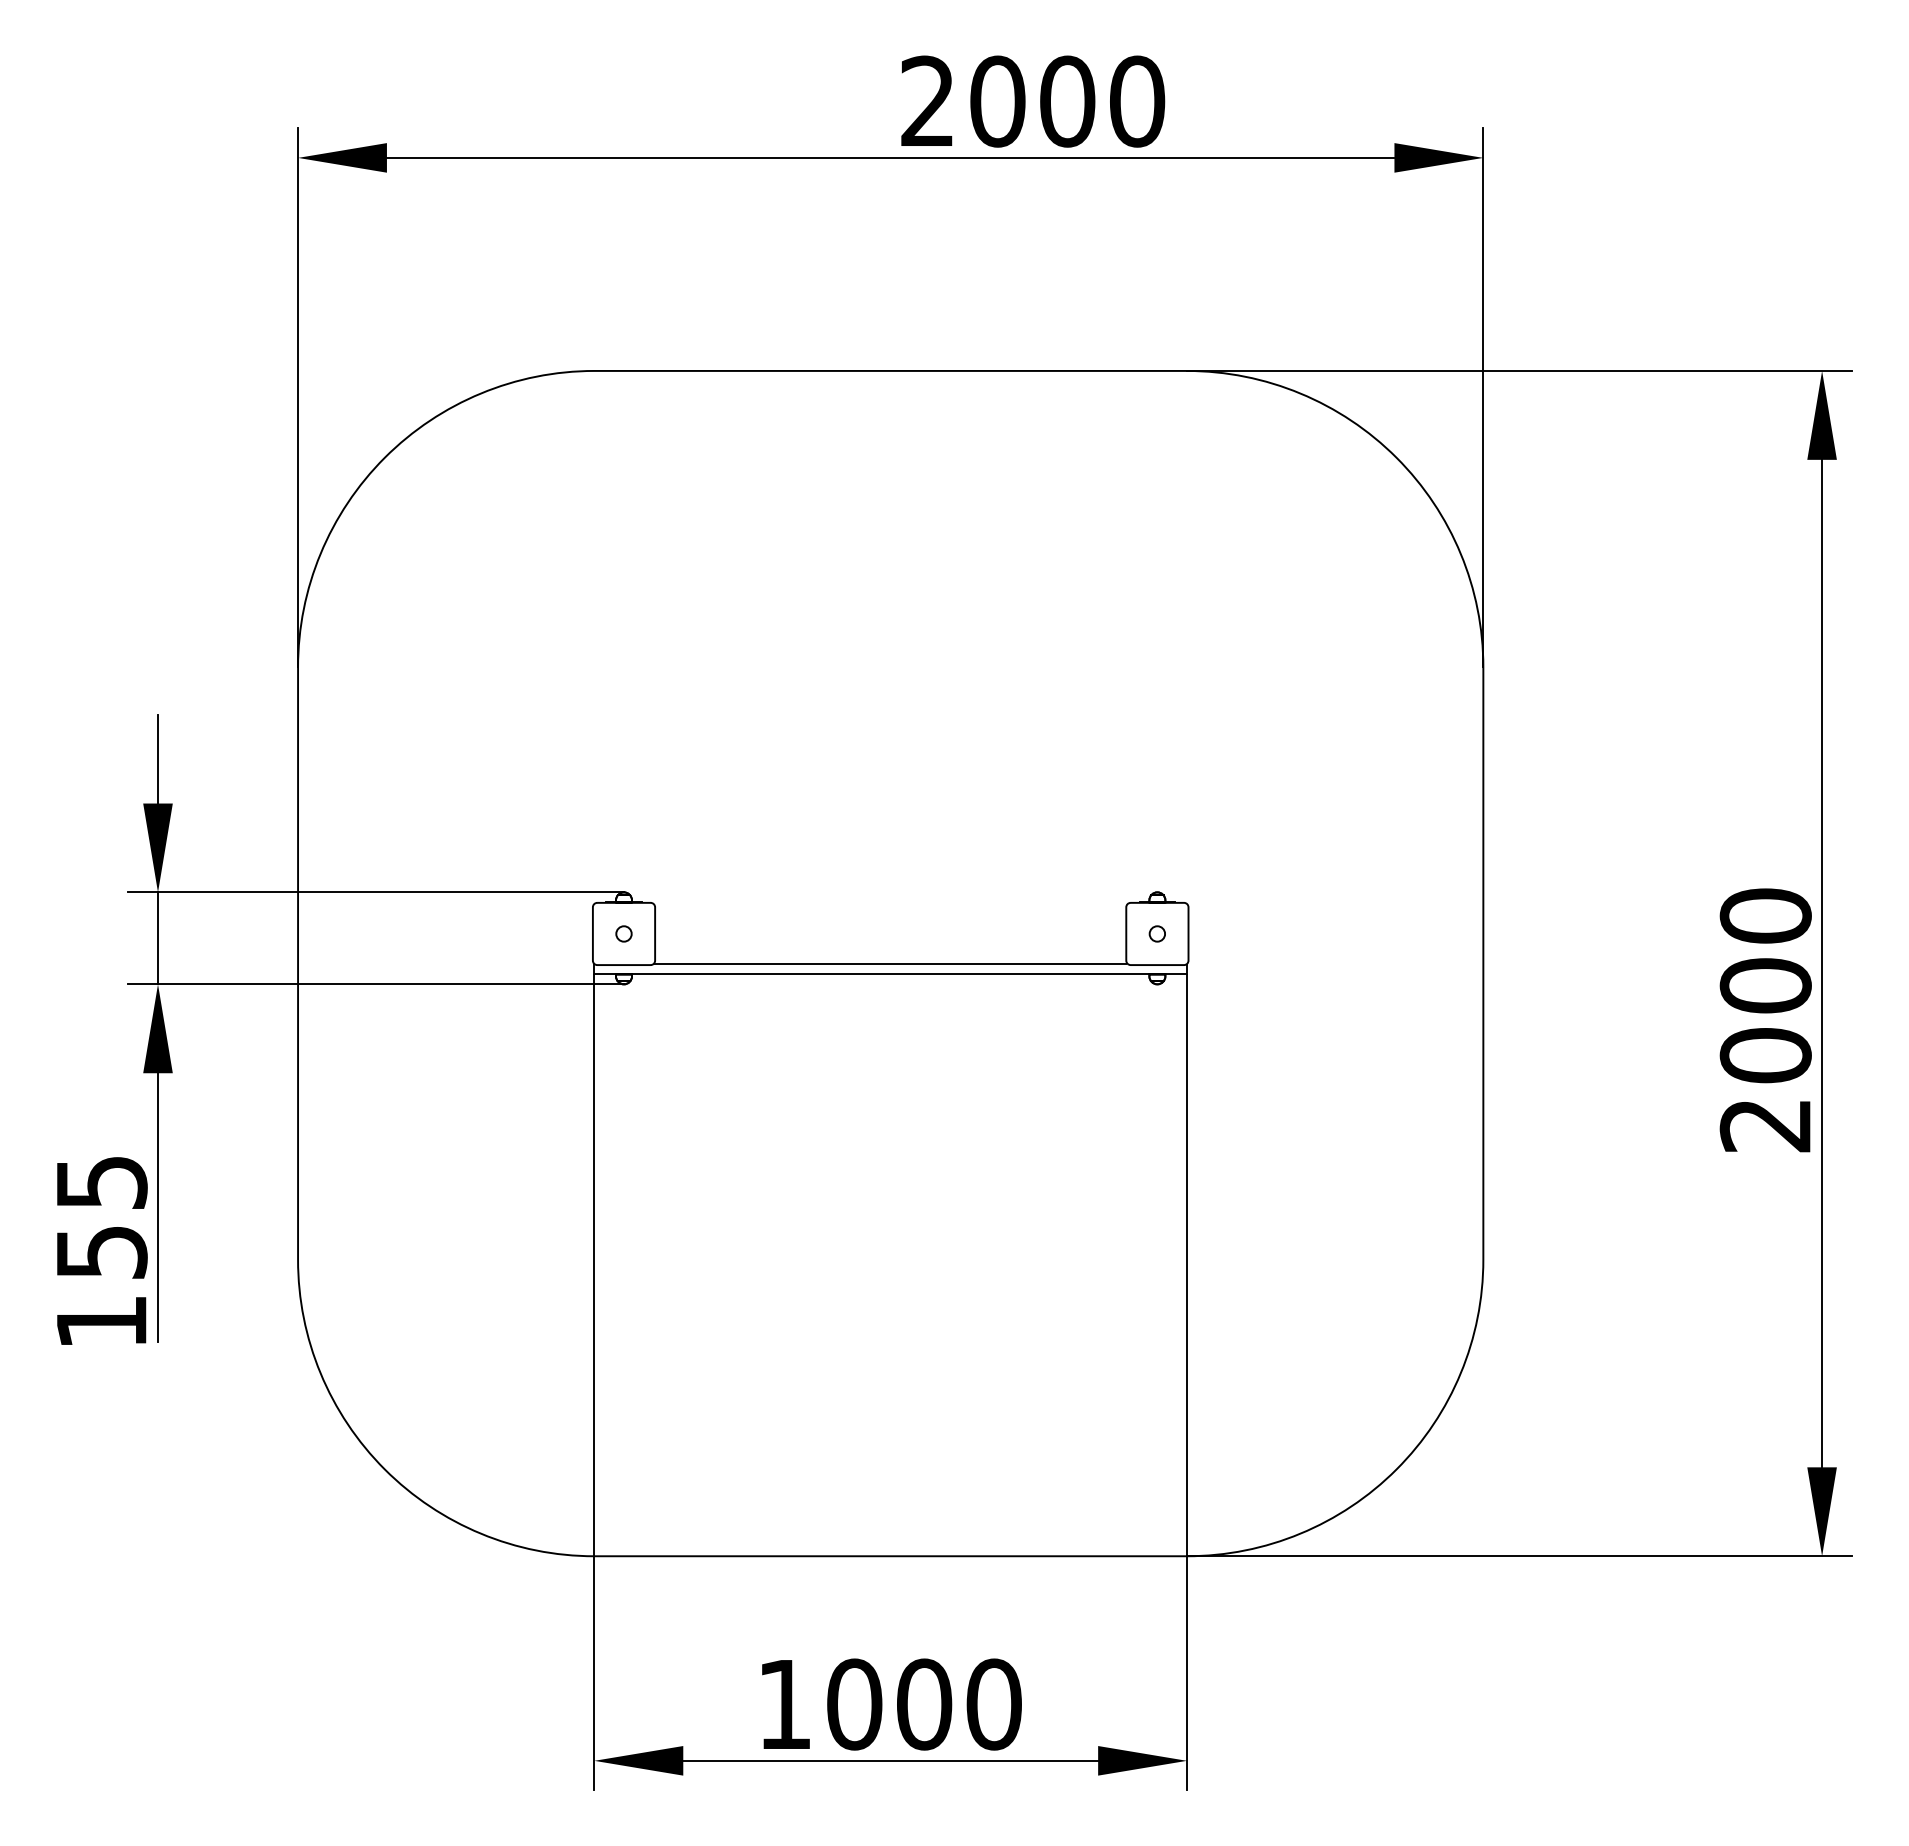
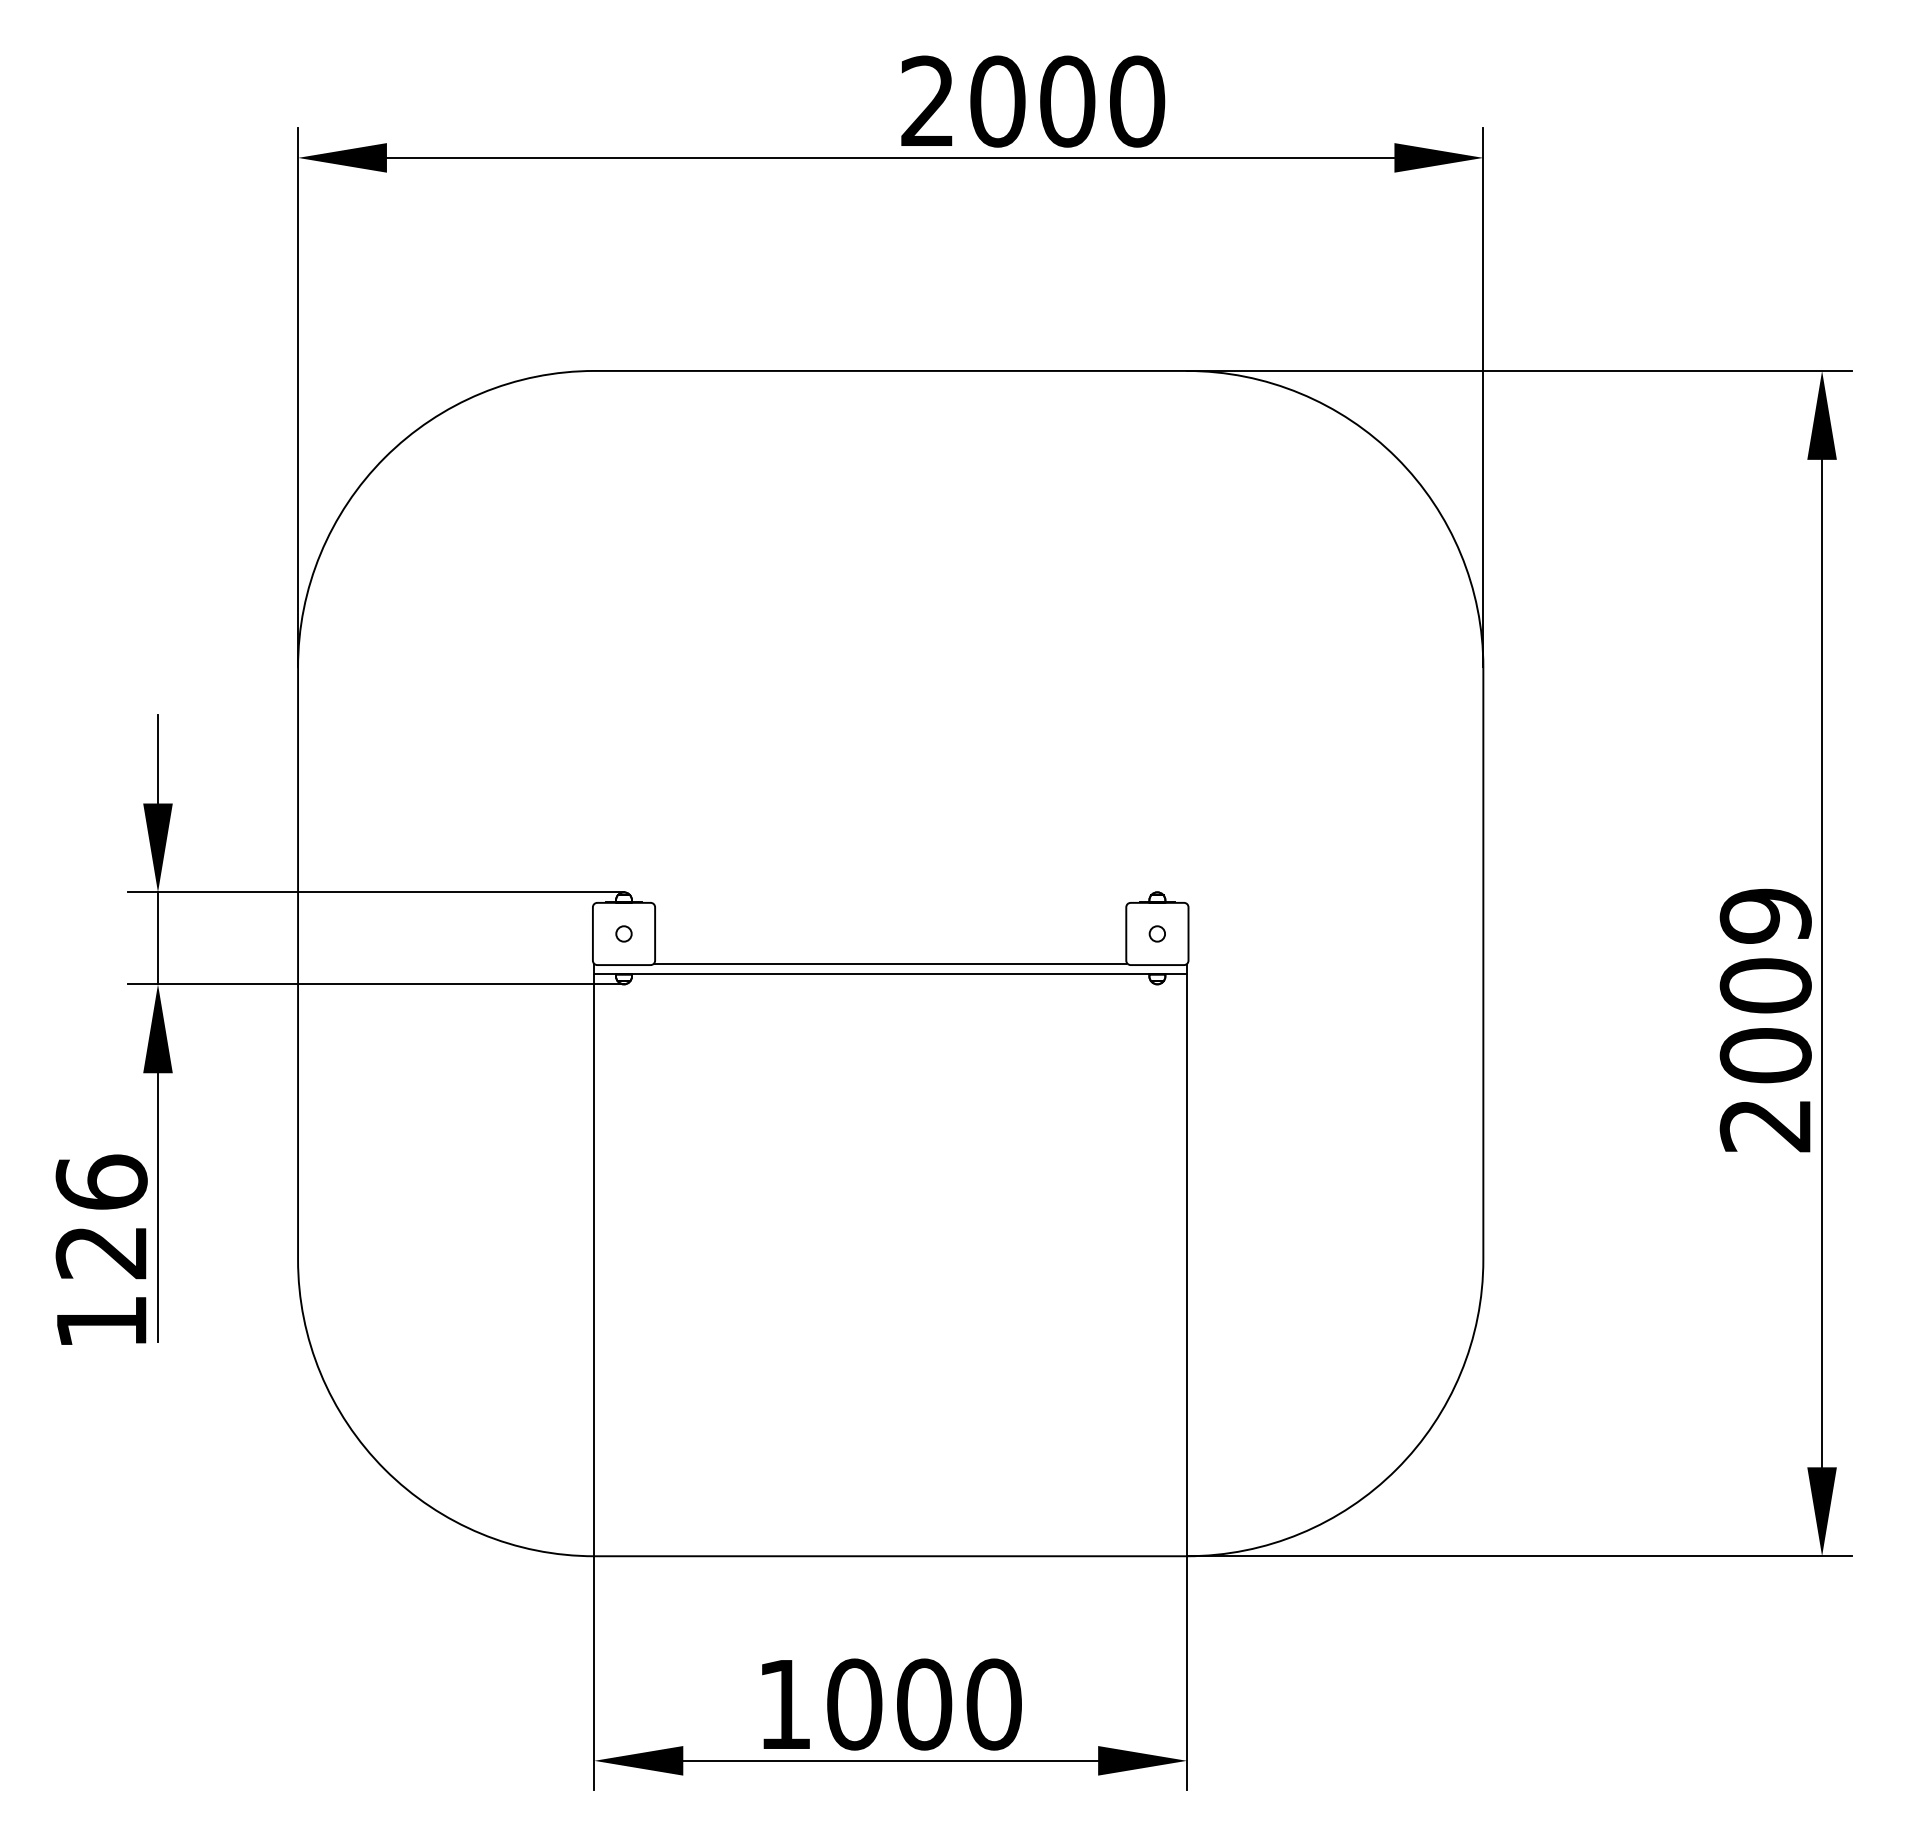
text at (1765, 915): 2000 -> 2009
text at (101, 1216): 155 -> 126
